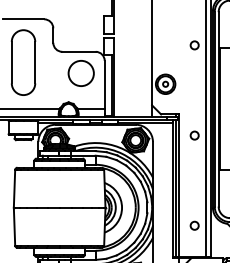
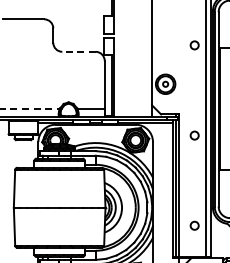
line at (79, 51): solid -> dashed
part at (23, 62): present -> none
circle at (80, 73): present -> none
line at (30, 108): solid -> dashed
